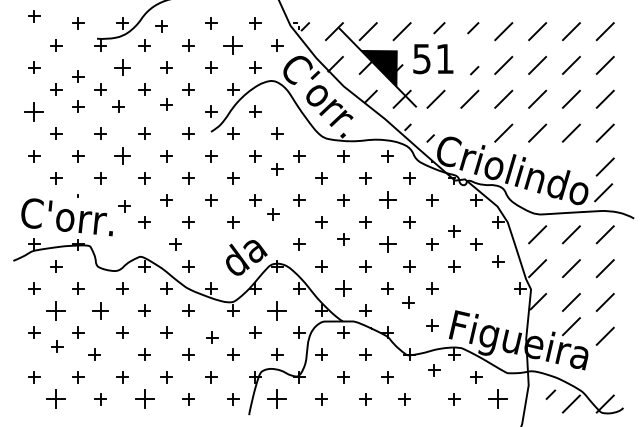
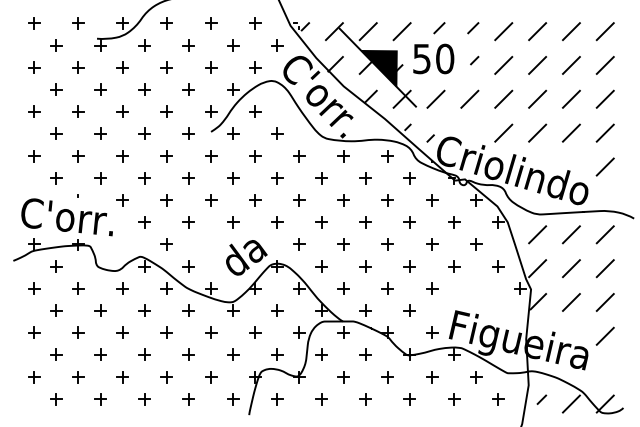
part at (34, 16) position: (34, 16) -> (34, 23)
part at (161, 26) position: (161, 26) -> (166, 23)
part at (232, 45) size: 20x19 px -> 13x13 px
text at (445, 58): 51 -> 50
part at (122, 67) size: 17x17 px -> 13x13 px
line at (474, 70) position: (474, 70) -> (474, 60)
part at (78, 76) position: (78, 76) -> (78, 67)
part at (166, 104) position: (166, 104) -> (166, 111)
part at (78, 106) position: (78, 106) -> (78, 111)
part at (118, 106) position: (118, 106) -> (122, 111)
part at (33, 111) size: 20x20 px -> 13x13 px
part at (122, 155) size: 17x18 px -> 13x13 px
part at (277, 169) position: (277, 169) -> (277, 178)
line at (603, 192): present -> none
part at (387, 199) size: 18x18 px -> 13x13 px
part at (124, 206) position: (124, 206) -> (122, 200)
part at (273, 214) position: (273, 214) -> (277, 222)
part at (454, 231) position: (454, 231) -> (454, 222)
part at (343, 239) position: (343, 239) -> (343, 244)
part at (175, 244) position: (175, 244) -> (166, 244)
part at (387, 244) size: 18x17 px -> 13x13 px
part at (498, 261) position: (498, 261) -> (498, 266)
part at (343, 288) size: 17x17 px -> 13x13 px
part at (408, 302) position: (408, 302) -> (409, 310)
part at (55, 310) size: 20x20 px -> 13x13 px
part at (100, 310) size: 17x18 px -> 13x13 px
part at (276, 310) size: 20x20 px -> 13x13 px
part at (432, 325) position: (432, 325) -> (432, 332)
line at (571, 326): present -> none
part at (212, 337) position: (212, 337) -> (211, 332)
part at (57, 346) position: (57, 346) -> (56, 354)
part at (94, 354) position: (94, 354) -> (100, 354)
part at (434, 370) position: (434, 370) -> (432, 377)
line at (550, 394) position: (550, 394) -> (541, 399)
part at (55, 398) size: 20x20 px -> 13x13 px
part at (144, 398) size: 20x20 px -> 13x13 px
part at (276, 398) size: 20x20 px -> 13x13 px
part at (497, 398) size: 20x20 px -> 13x13 px
part at (404, 399) position: (404, 399) -> (409, 399)
